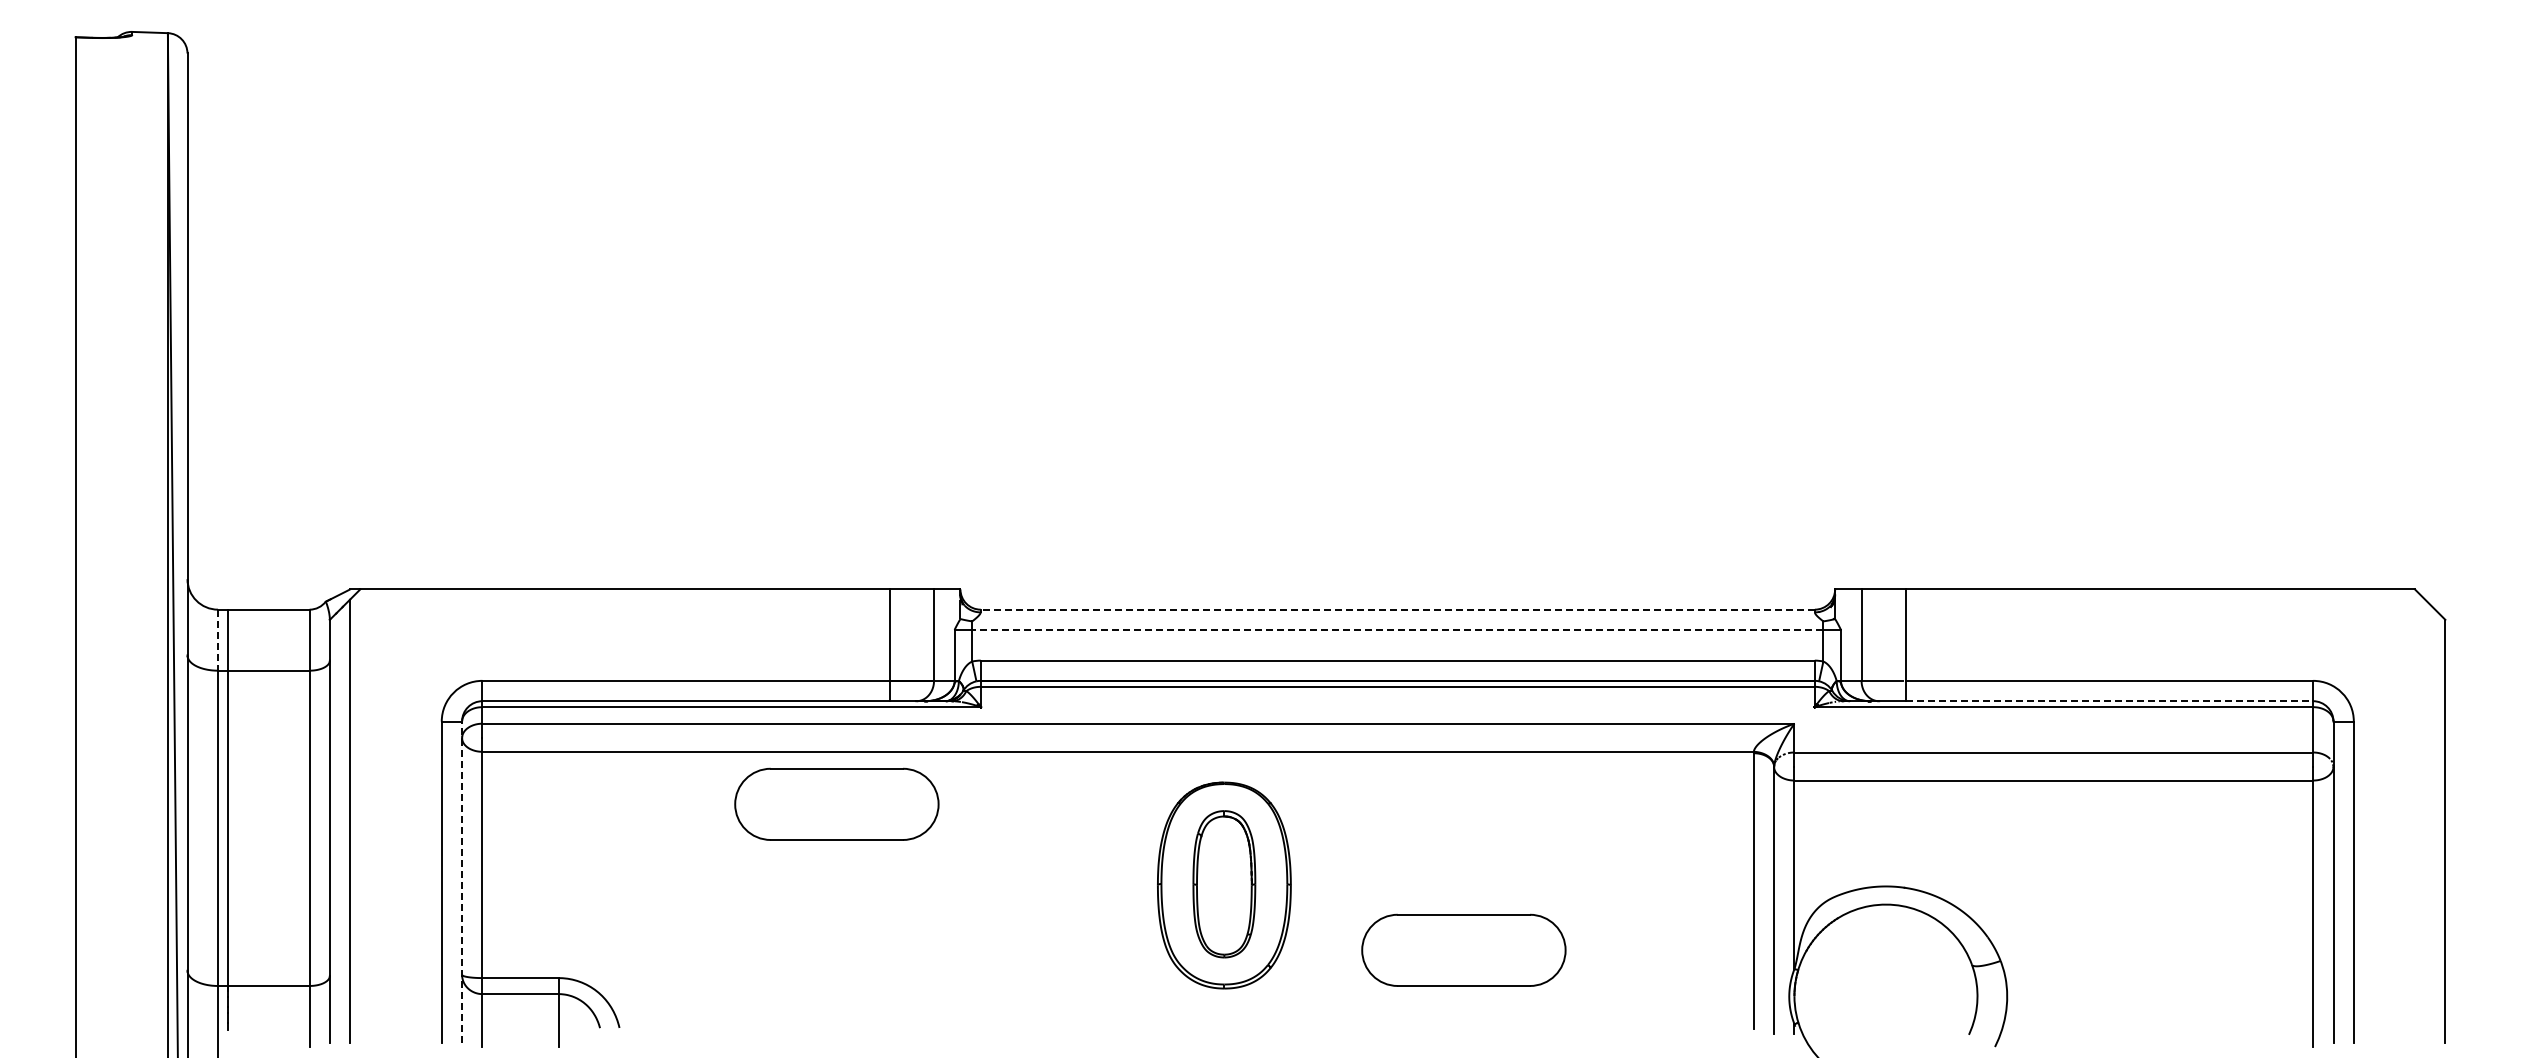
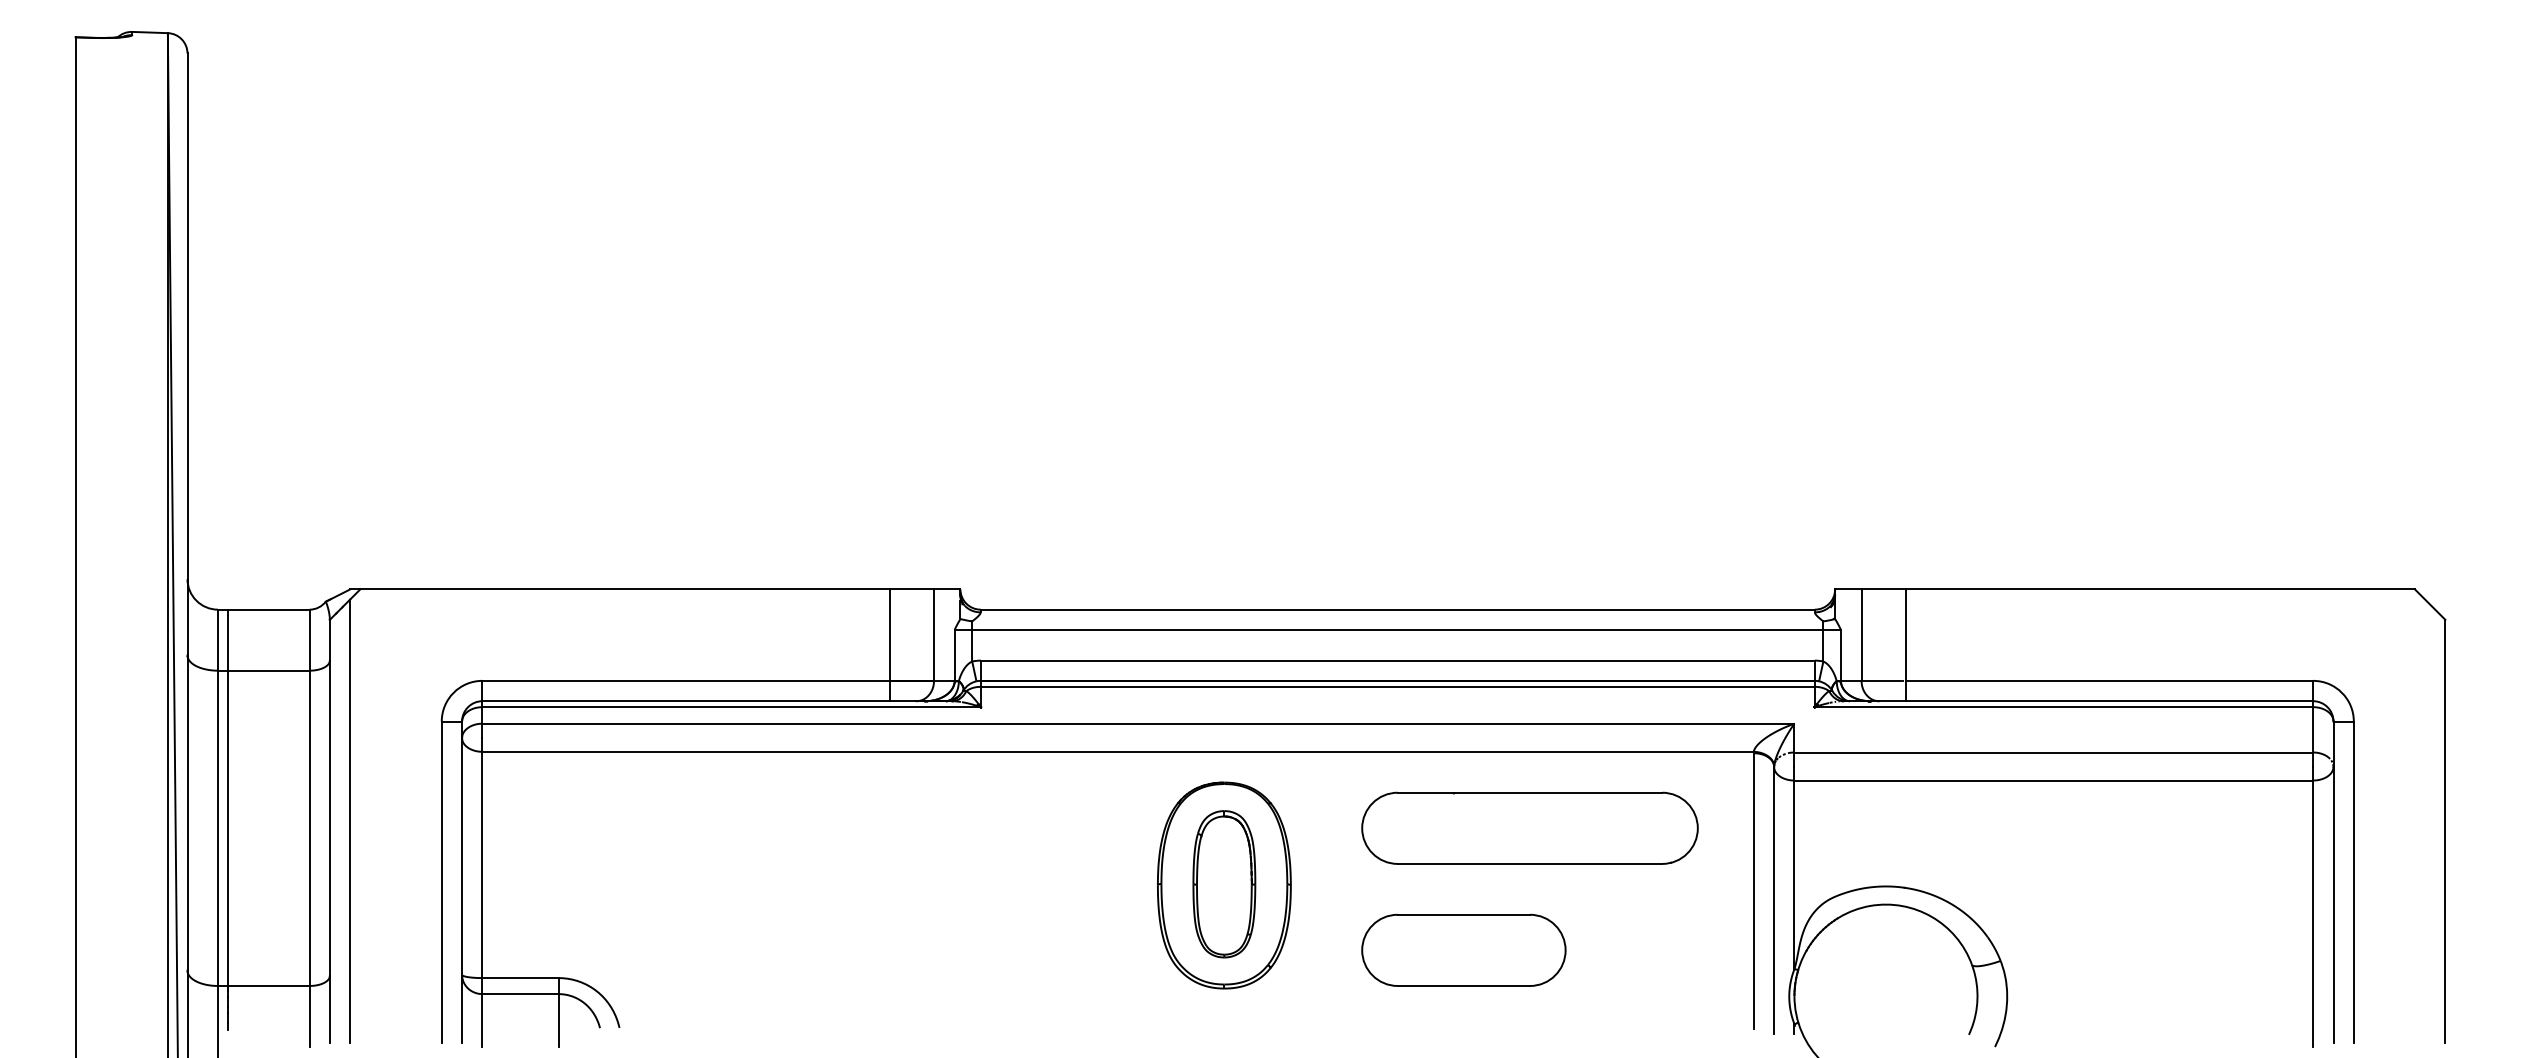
line at (1397, 609): dashed -> solid
line at (1397, 629): dashed -> solid
line at (218, 640): dashed -> solid
line at (2109, 701): dashed -> solid
part at (836, 803): present -> none
part at (1529, 827): none -> present
line at (462, 882): dashed -> solid
